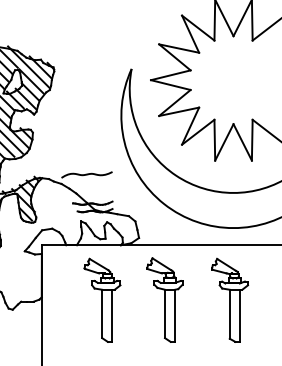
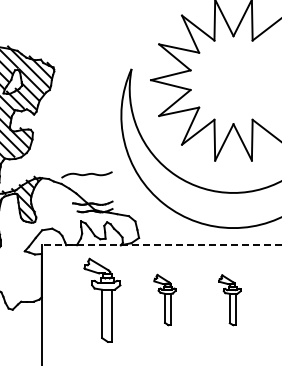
line at (161, 245): solid -> dashed
part at (164, 299) size: 38x86 px -> 24x54 px
part at (229, 299) size: 38x86 px -> 24x53 px
